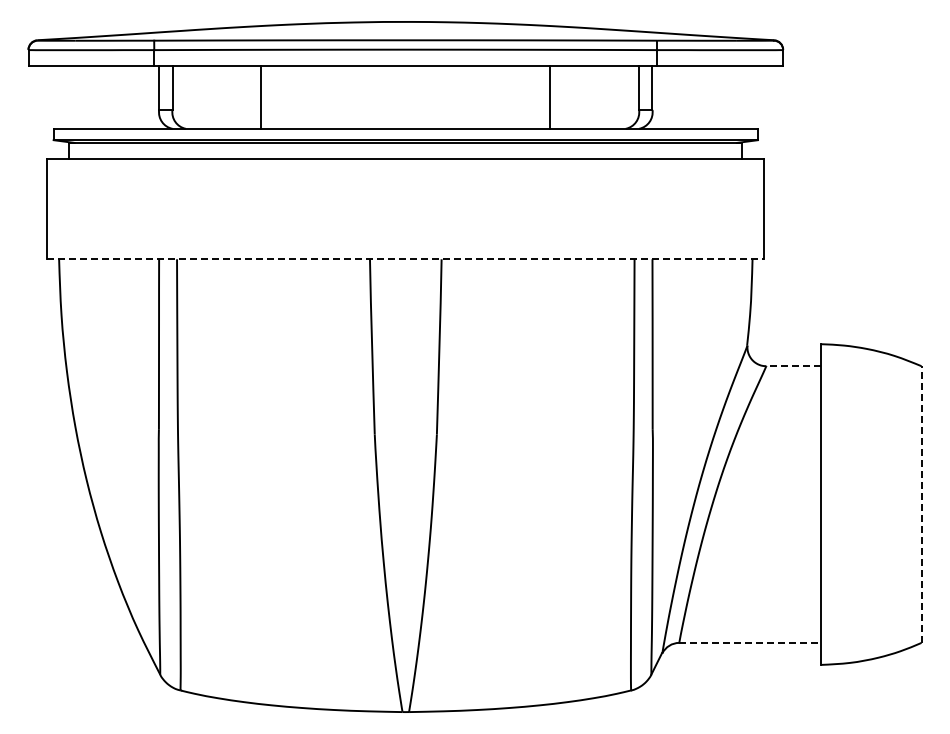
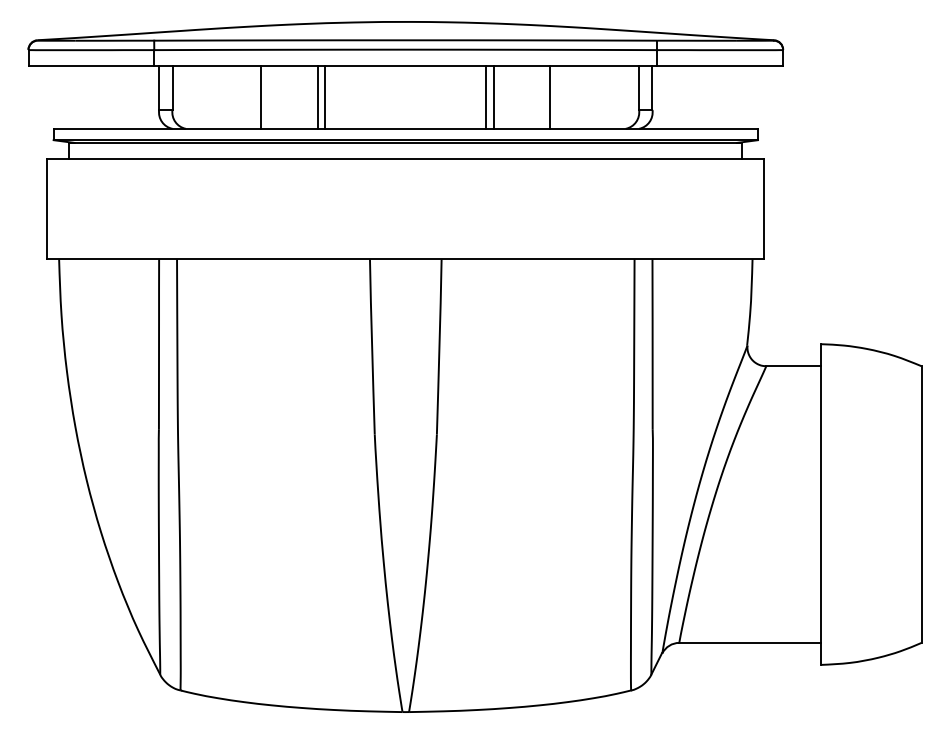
line at (317, 96): none -> present
line at (325, 96): none -> present
line at (486, 96): none -> present
line at (493, 96): none -> present
line at (406, 259): dashed -> solid
line at (793, 366): dashed -> solid
line at (921, 504): dashed -> solid
line at (750, 642): dashed -> solid
